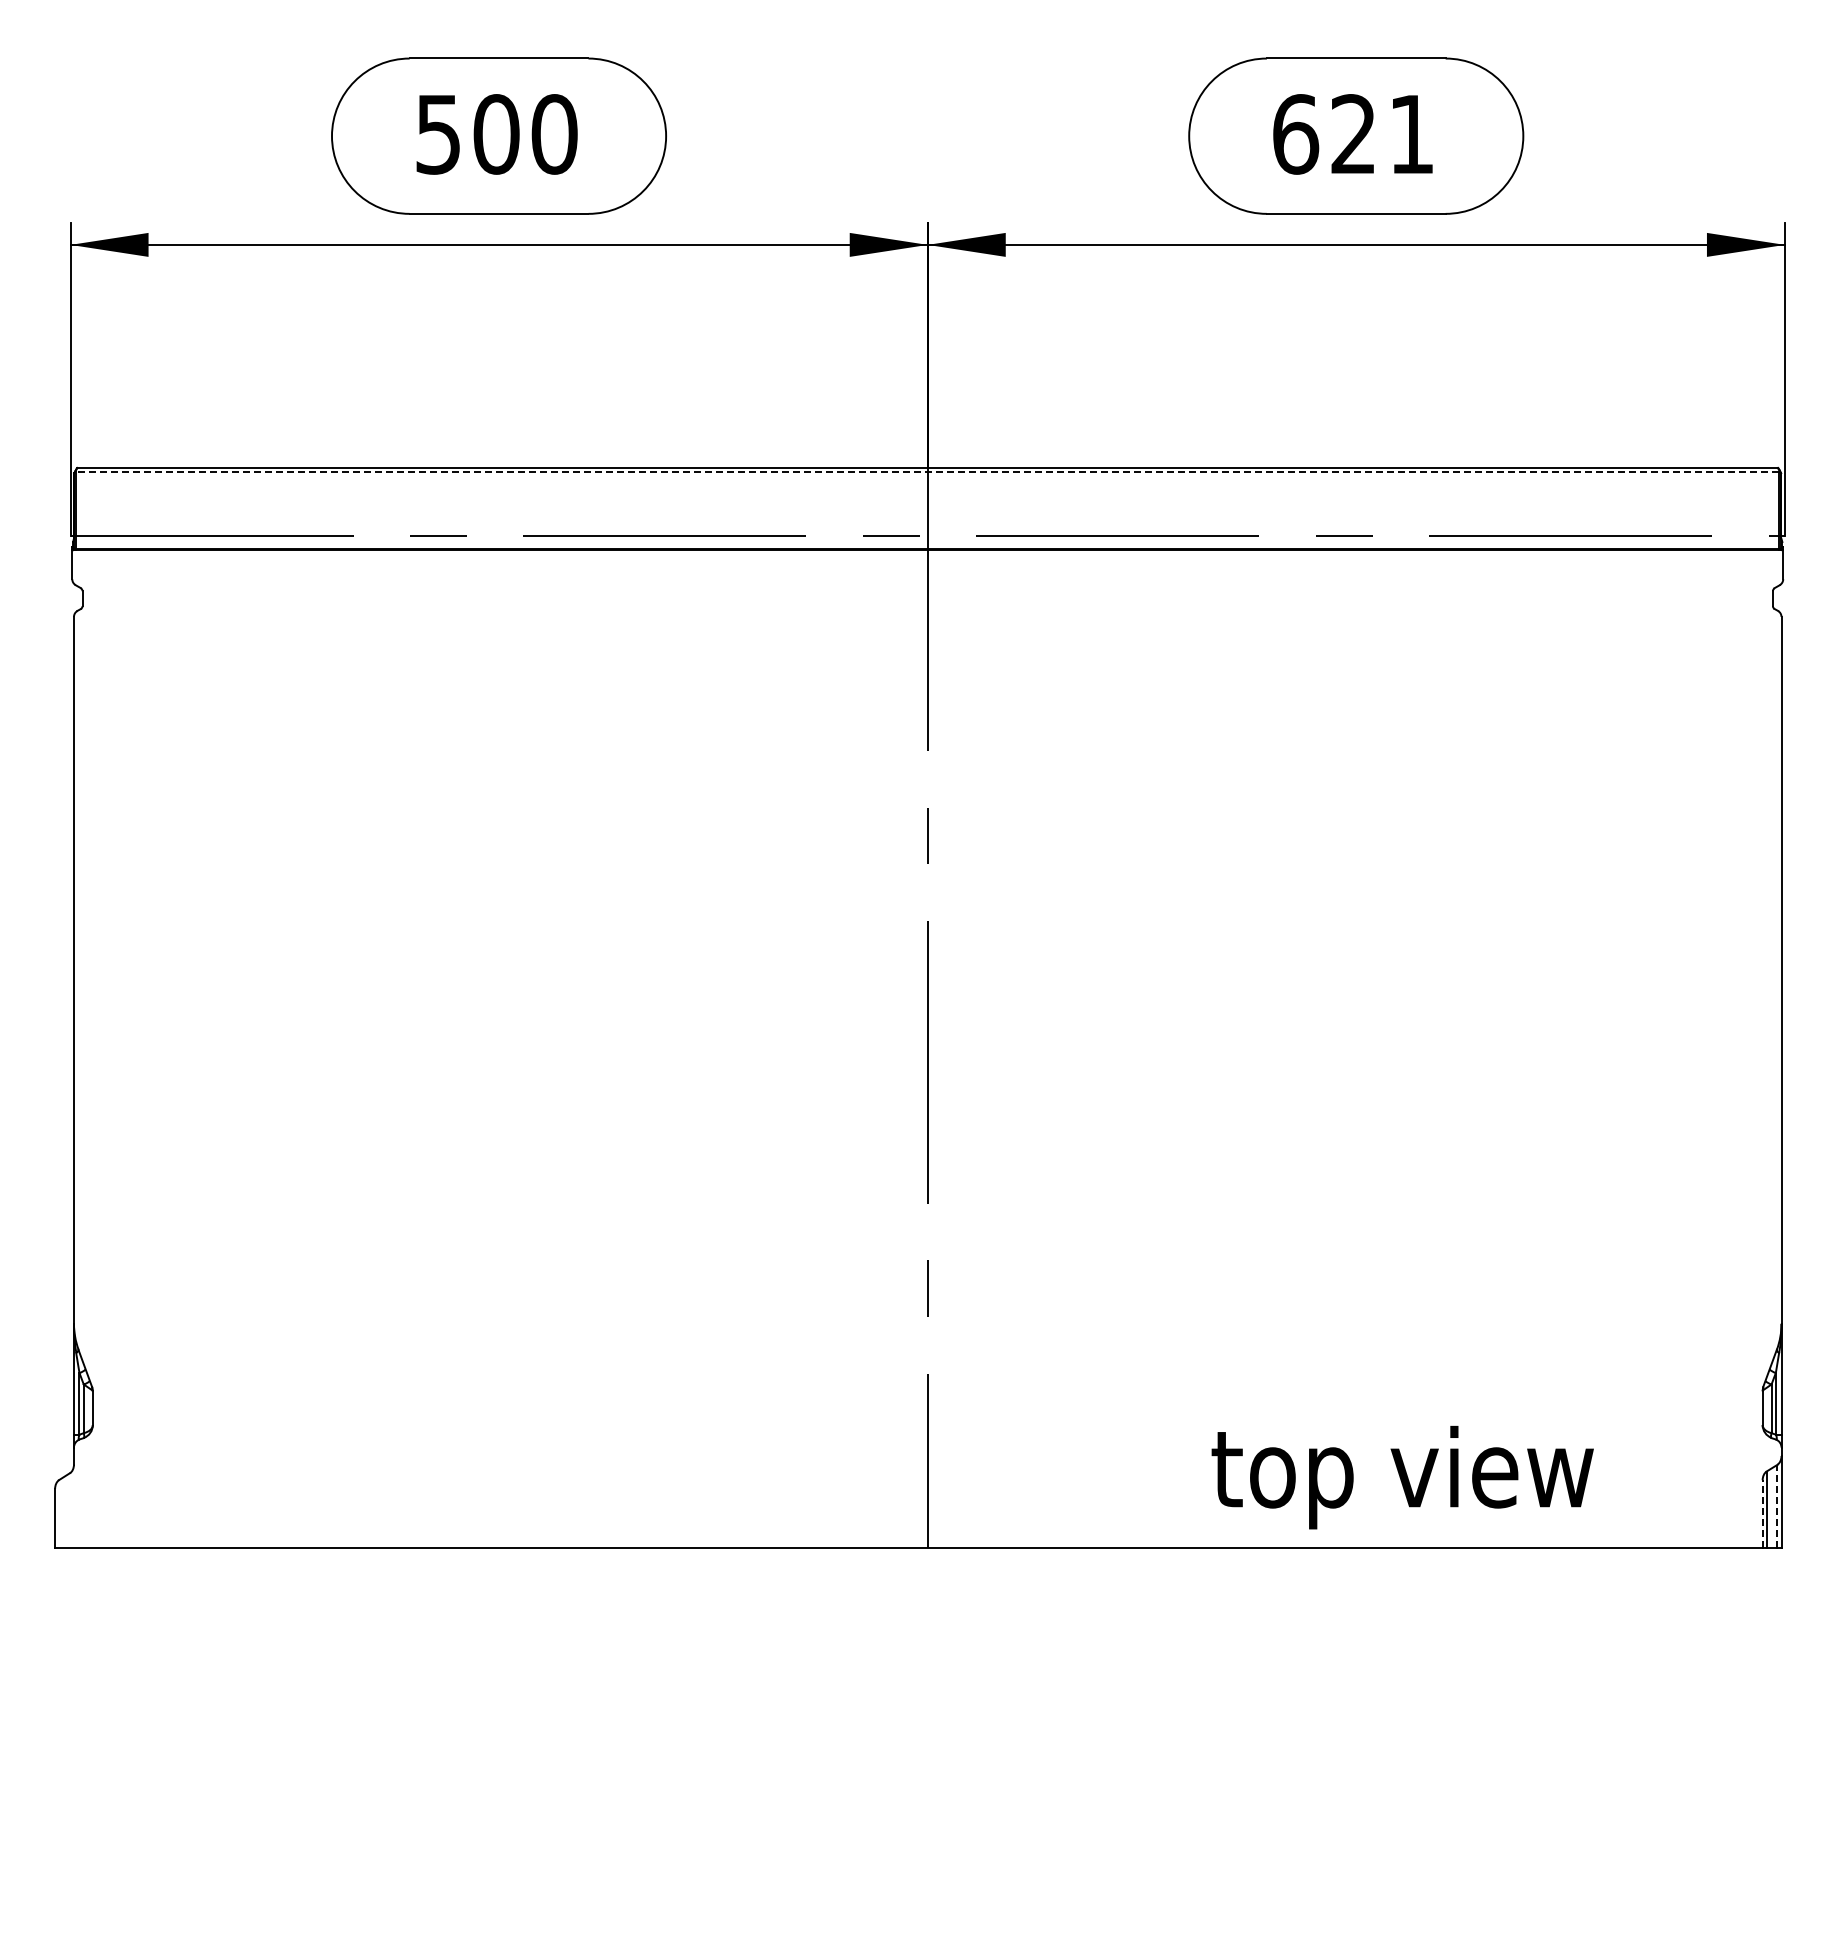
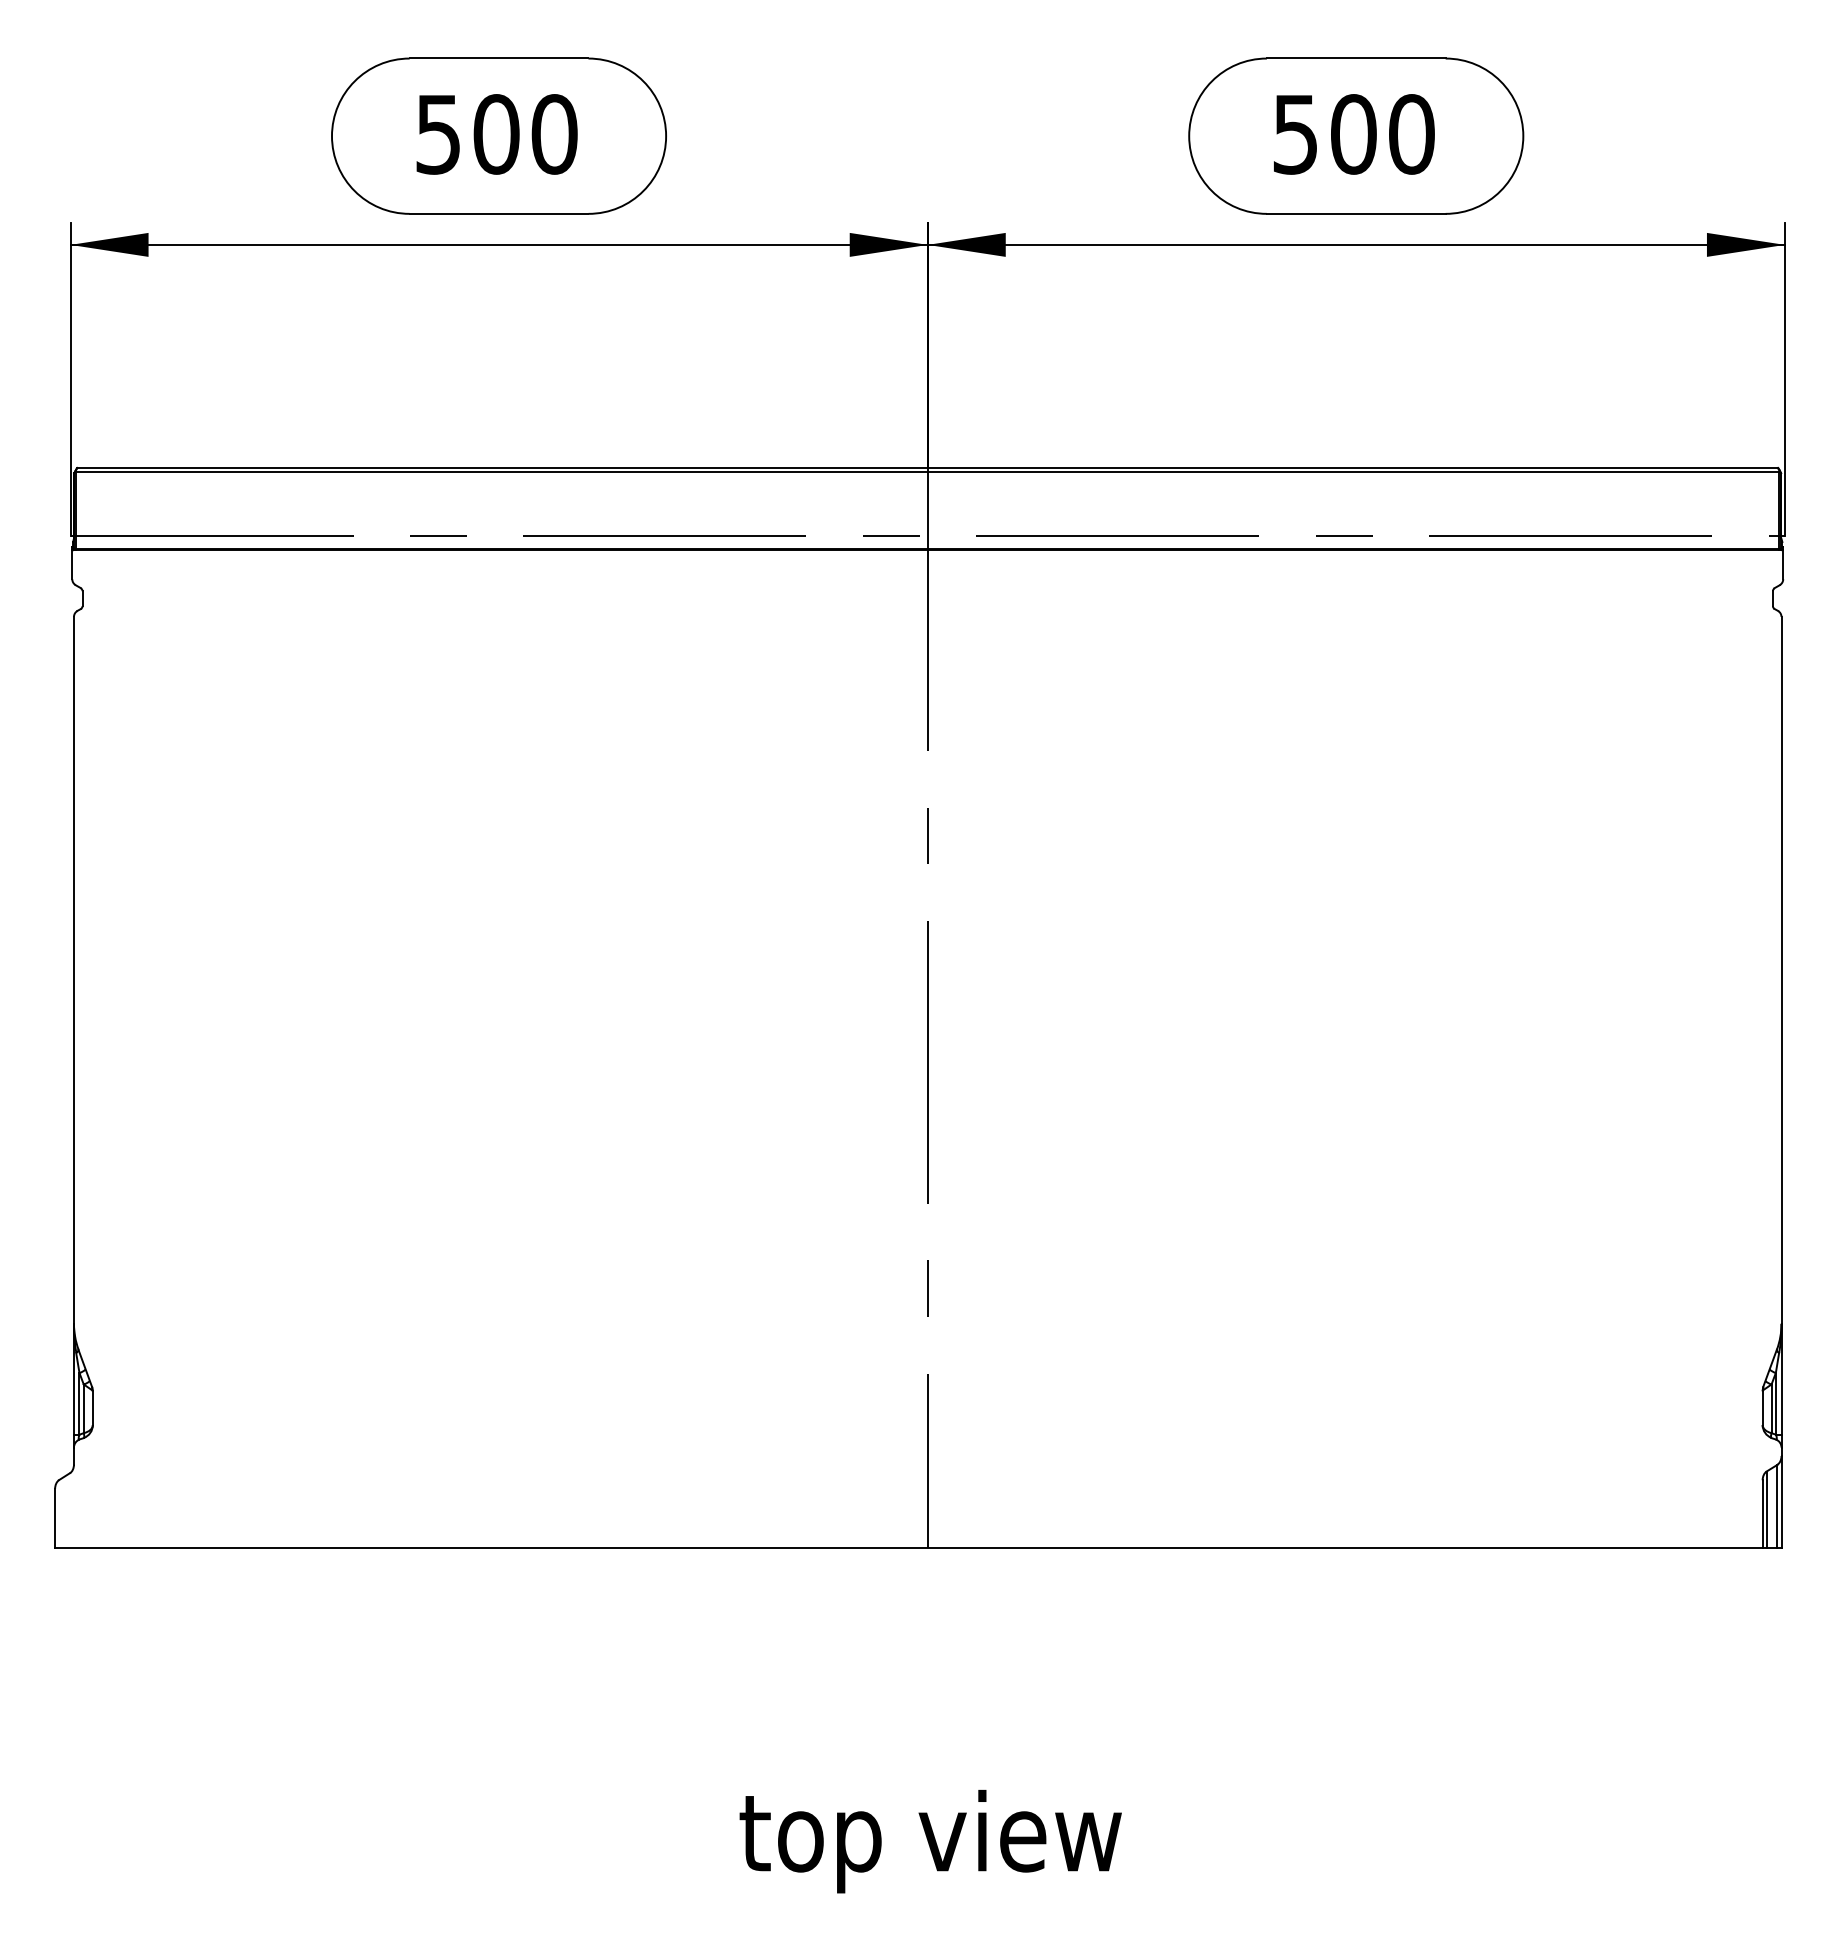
text at (1353, 134): 621 -> 500
line at (927, 472): dashed -> solid
text at (1402, 1477) position: (1402, 1477) -> (930, 1841)
line at (1777, 1505): dashed -> solid
line at (1762, 1514): dashed -> solid
